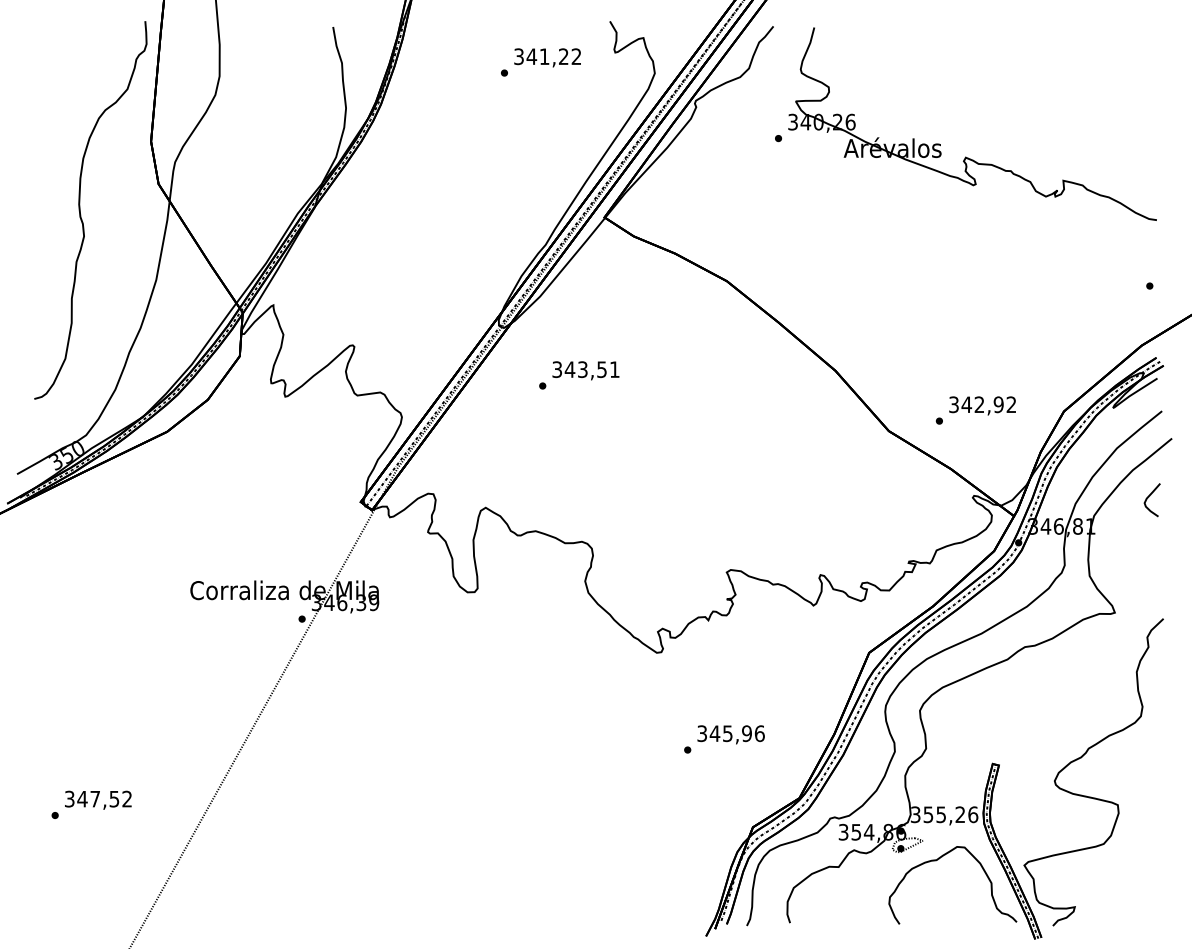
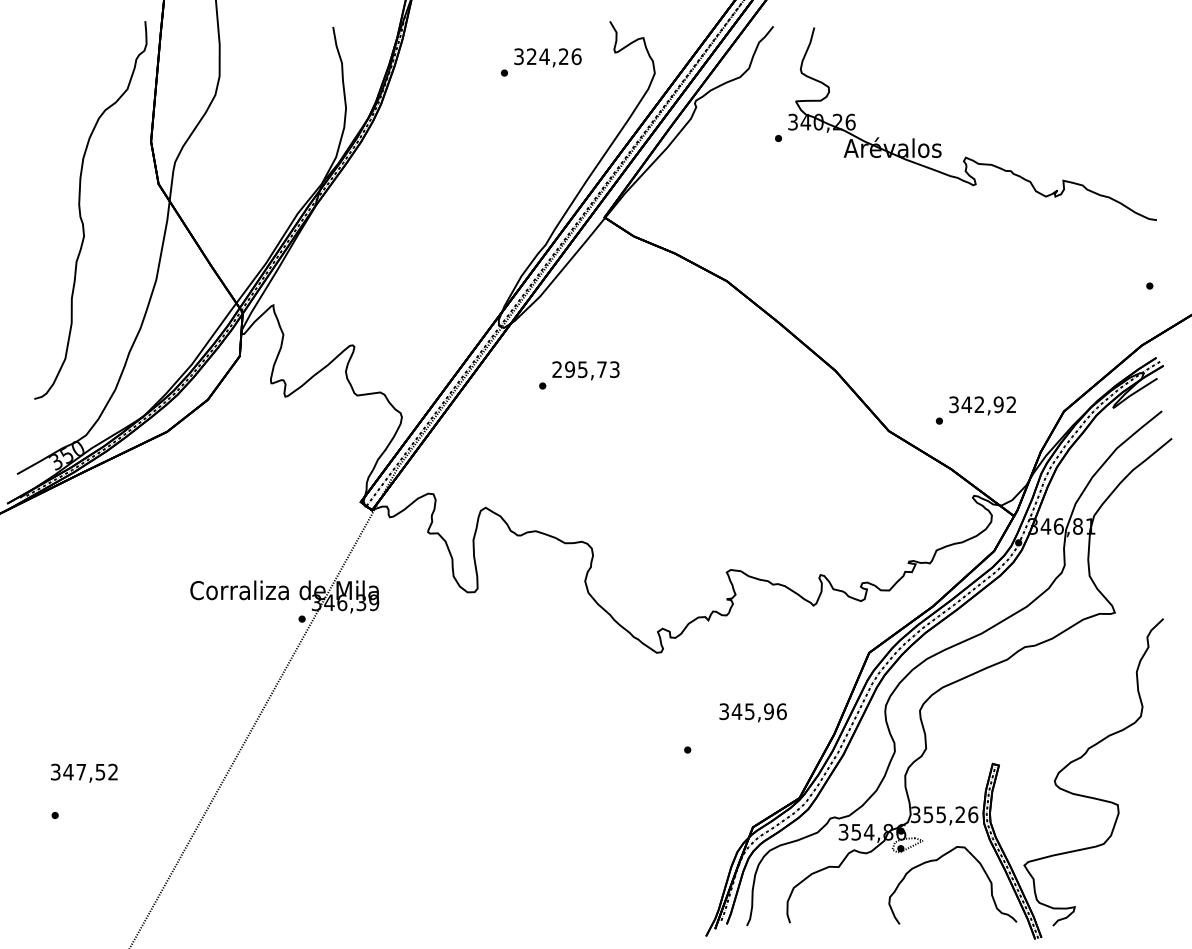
text at (553, 56): 341,22 -> 324,26
text at (585, 369): 343,51 -> 295,73
curve at (1149, 497): present -> none
text at (730, 734) position: (730, 734) -> (752, 712)
text at (98, 799) position: (98, 799) -> (84, 772)
